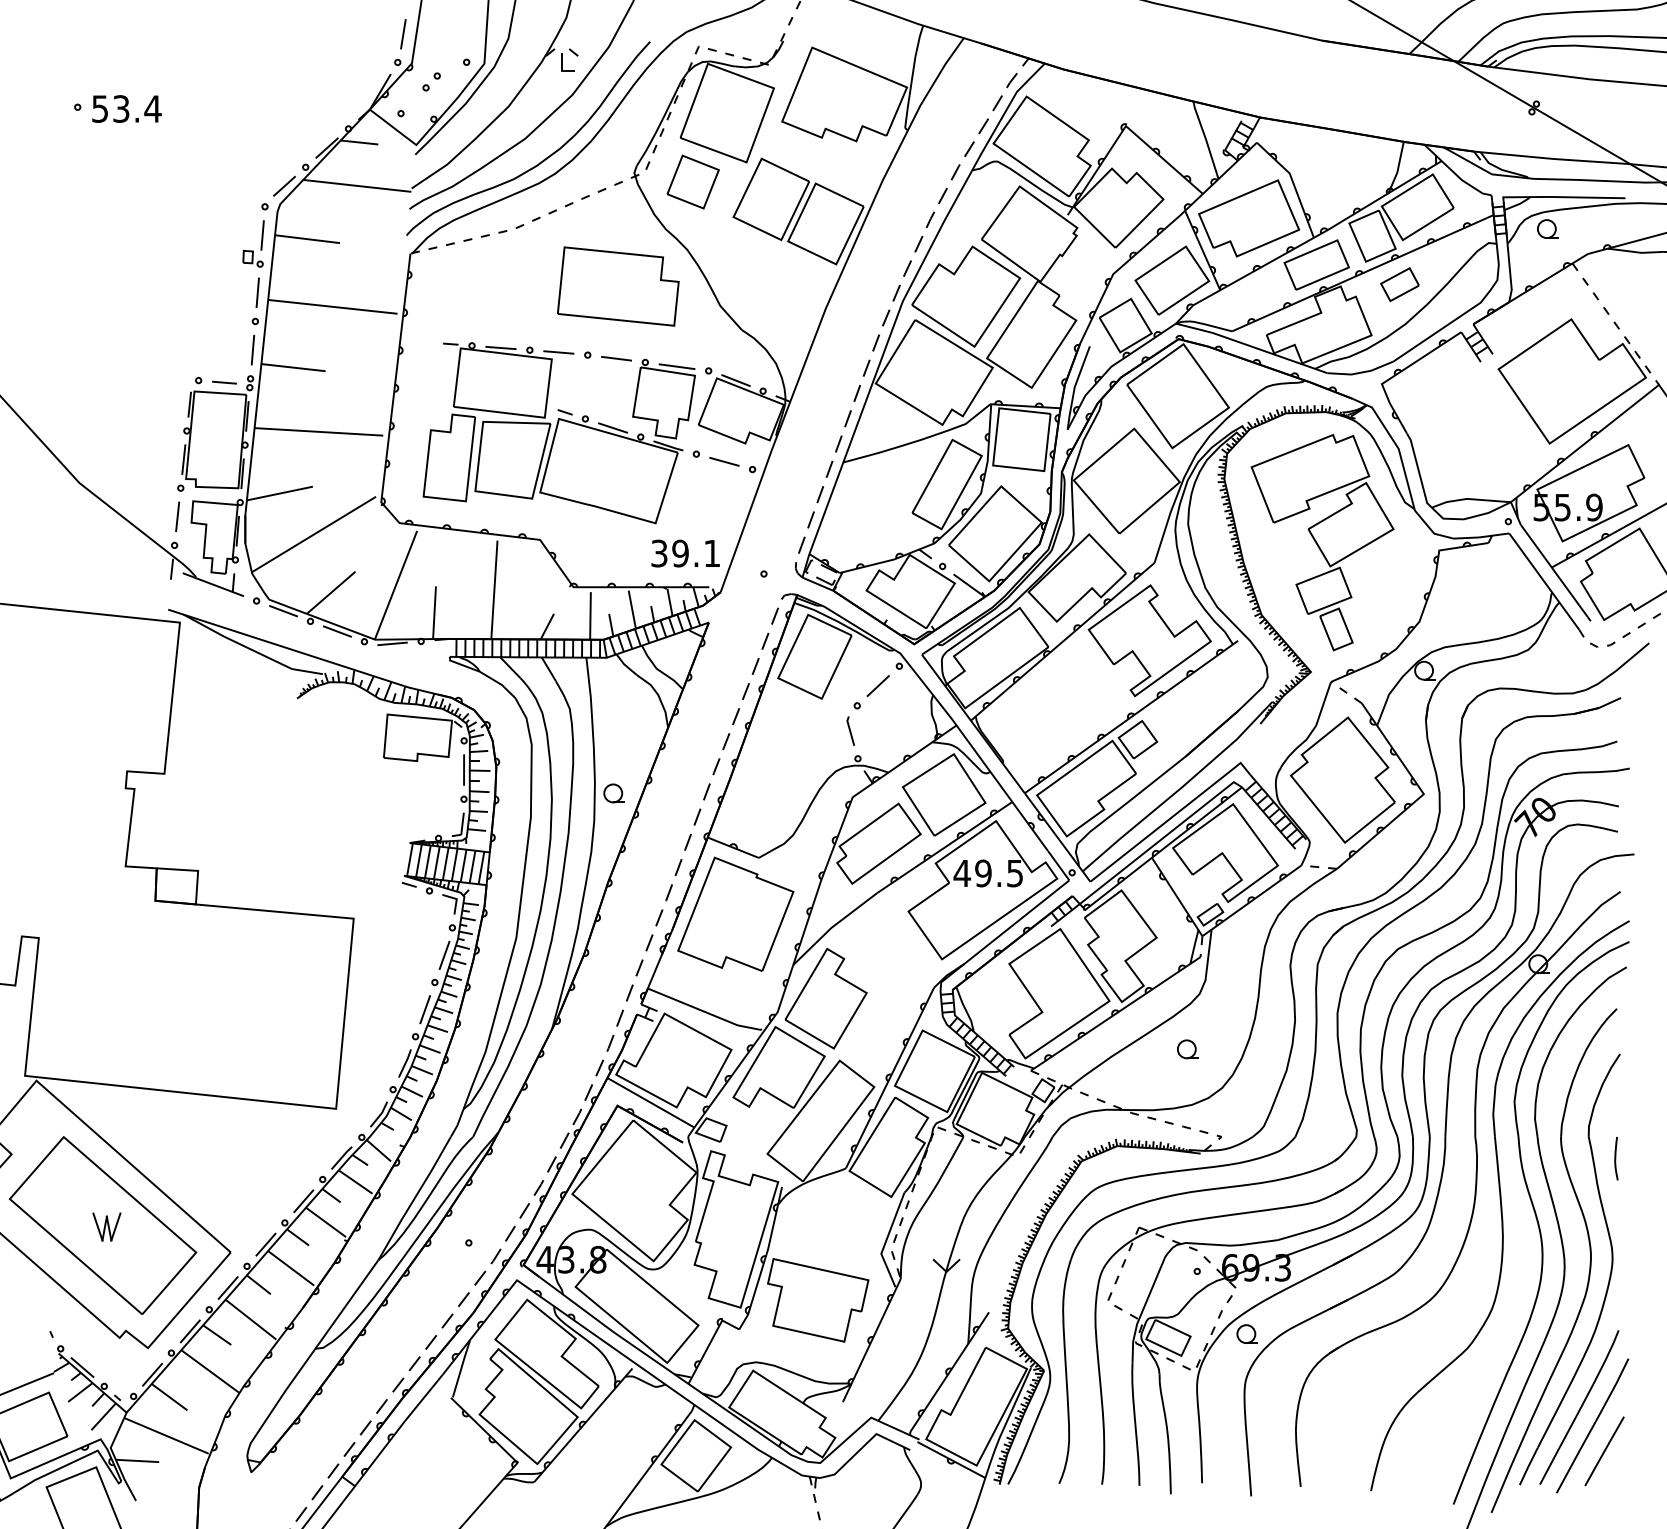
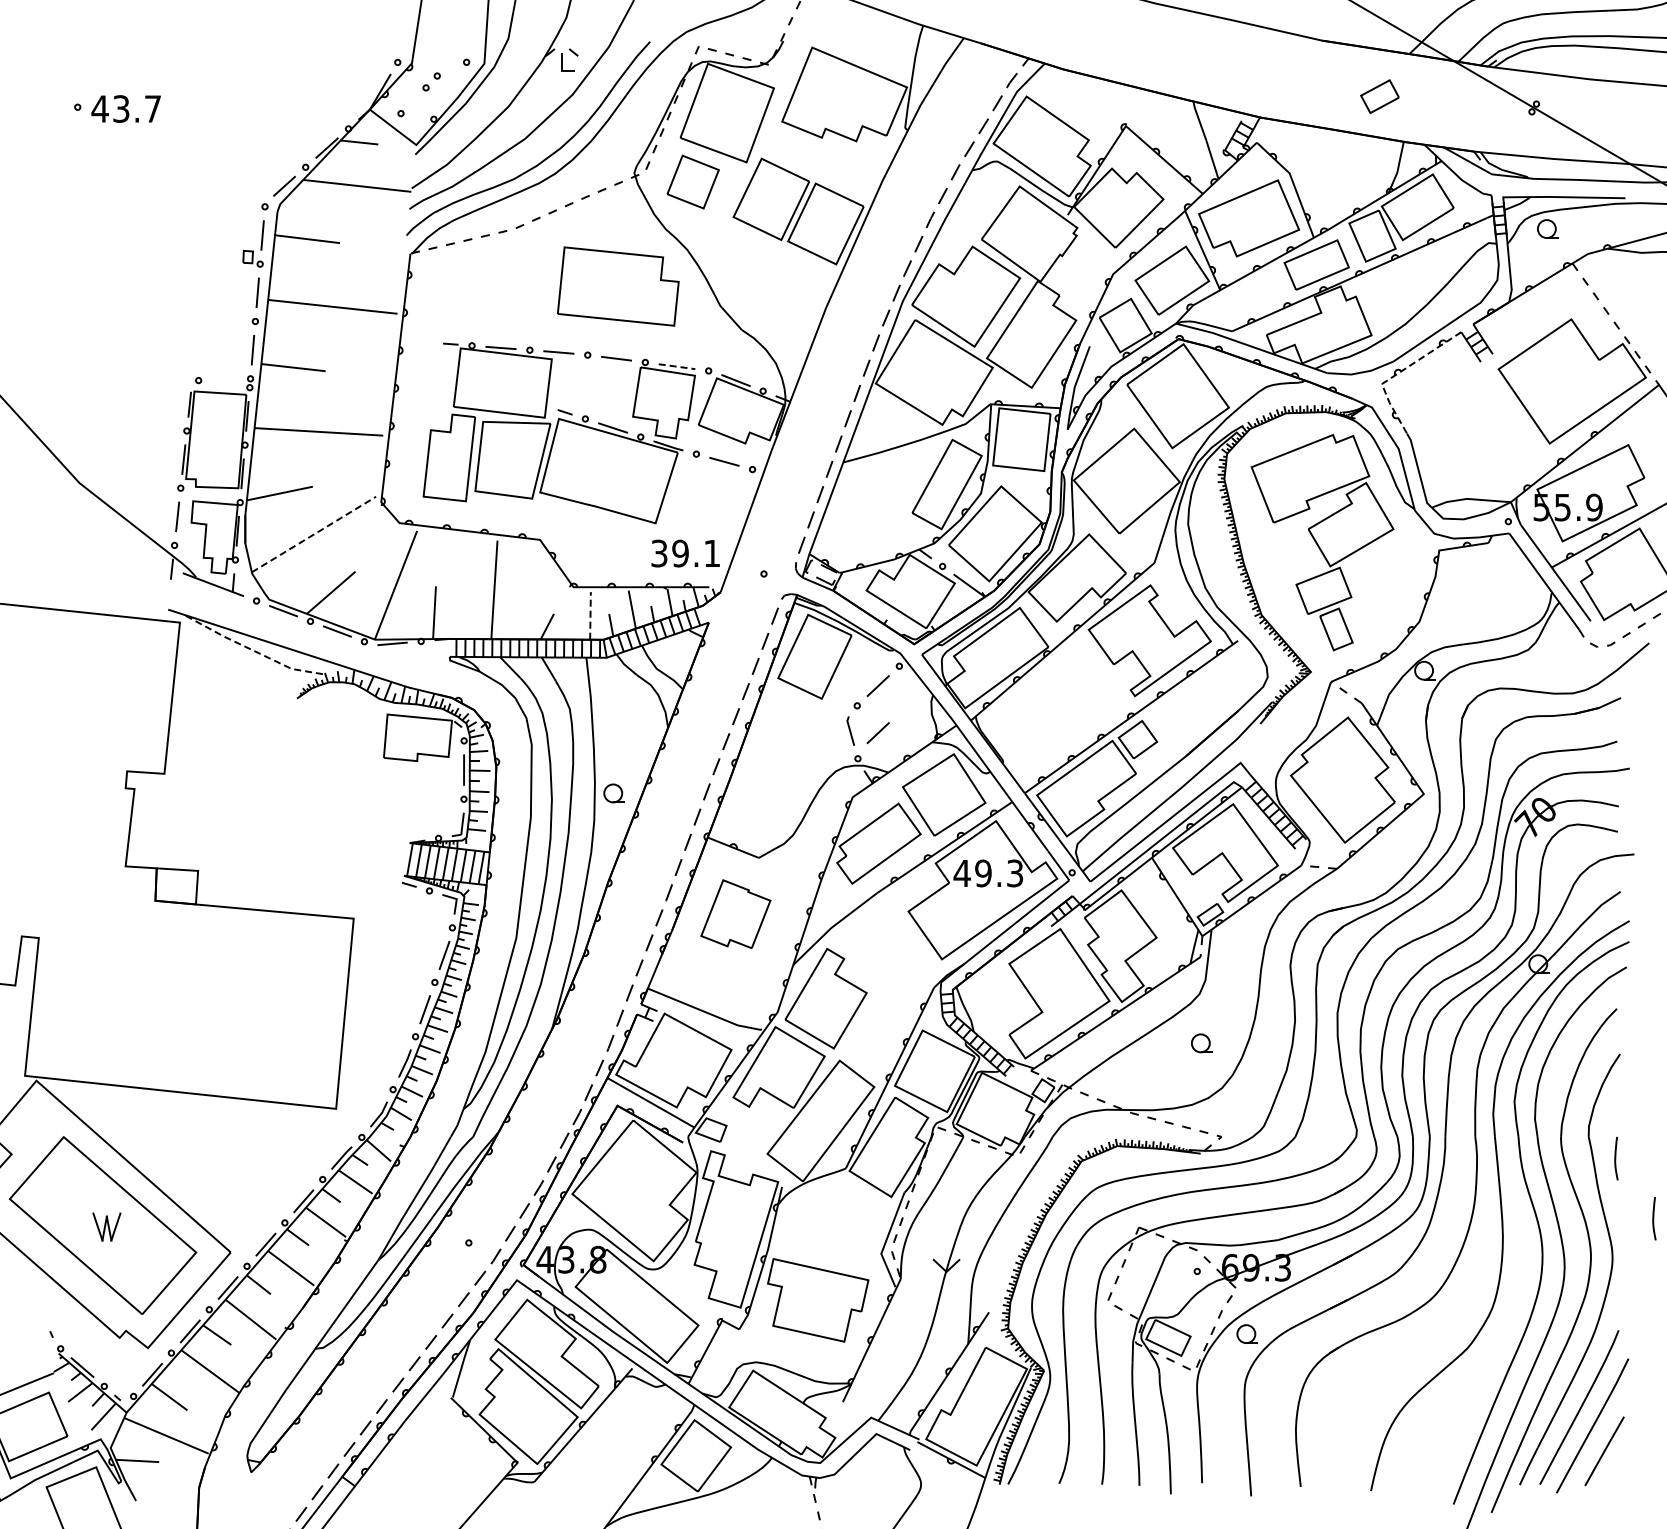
line at (403, 34): present -> none
text at (126, 108): 53.4 -> 43.7
part at (1399, 284) position: (1399, 284) -> (1379, 96)
line at (676, 366): solid -> dashed
line at (1396, 374): solid -> dashed
line at (224, 382): present -> none
line at (313, 534): solid -> dashed
line at (590, 615): solid -> dashed
line at (250, 649): solid -> dashed
line at (877, 733): none -> present
text at (1015, 872): 49.5 -> 49.3
part at (735, 913) size: 118x116 px -> 72x70 px
part at (1187, 1049) position: (1187, 1049) -> (1201, 1043)
curve at (1654, 1218): none -> present
